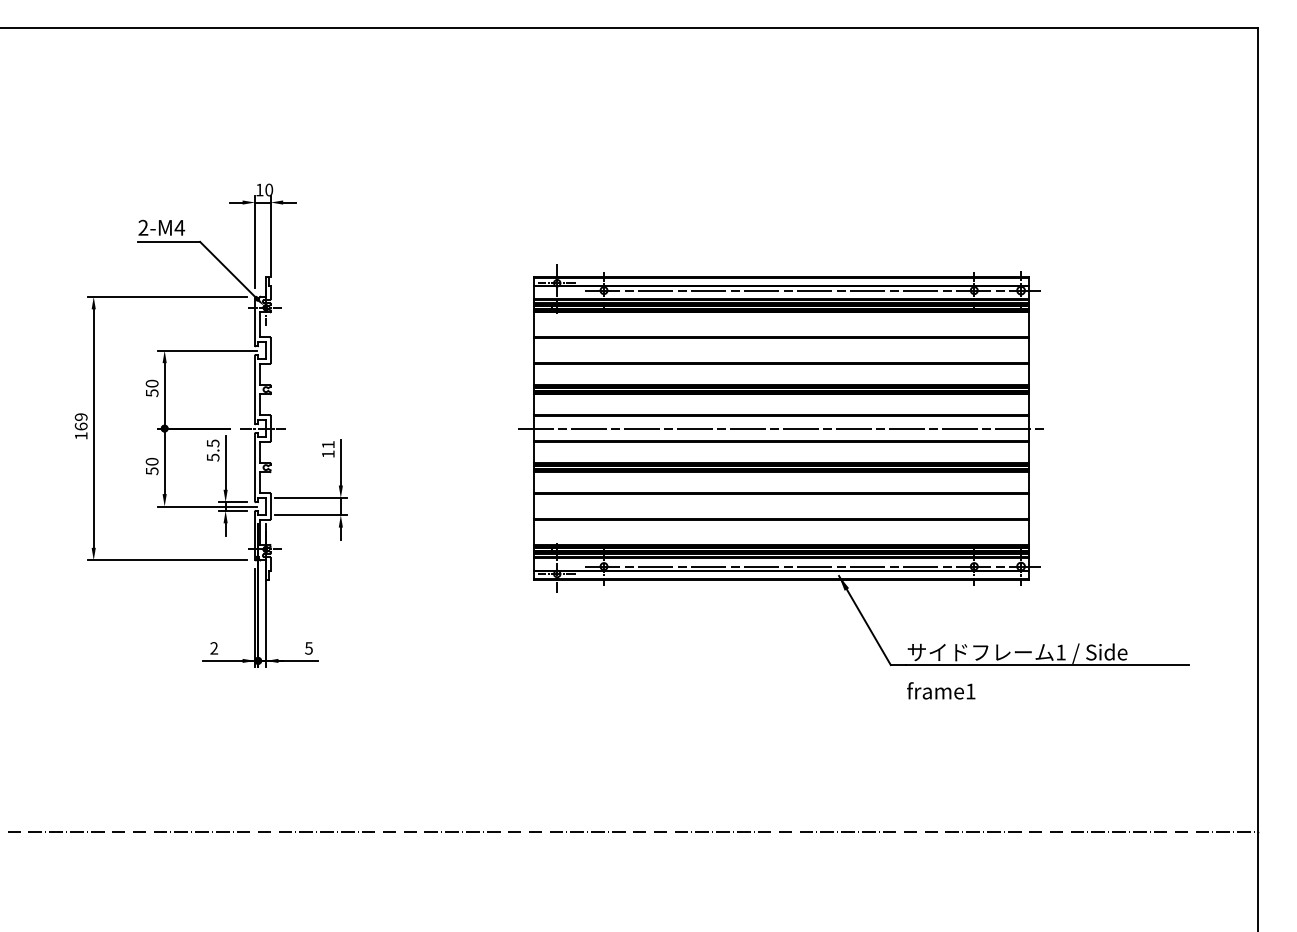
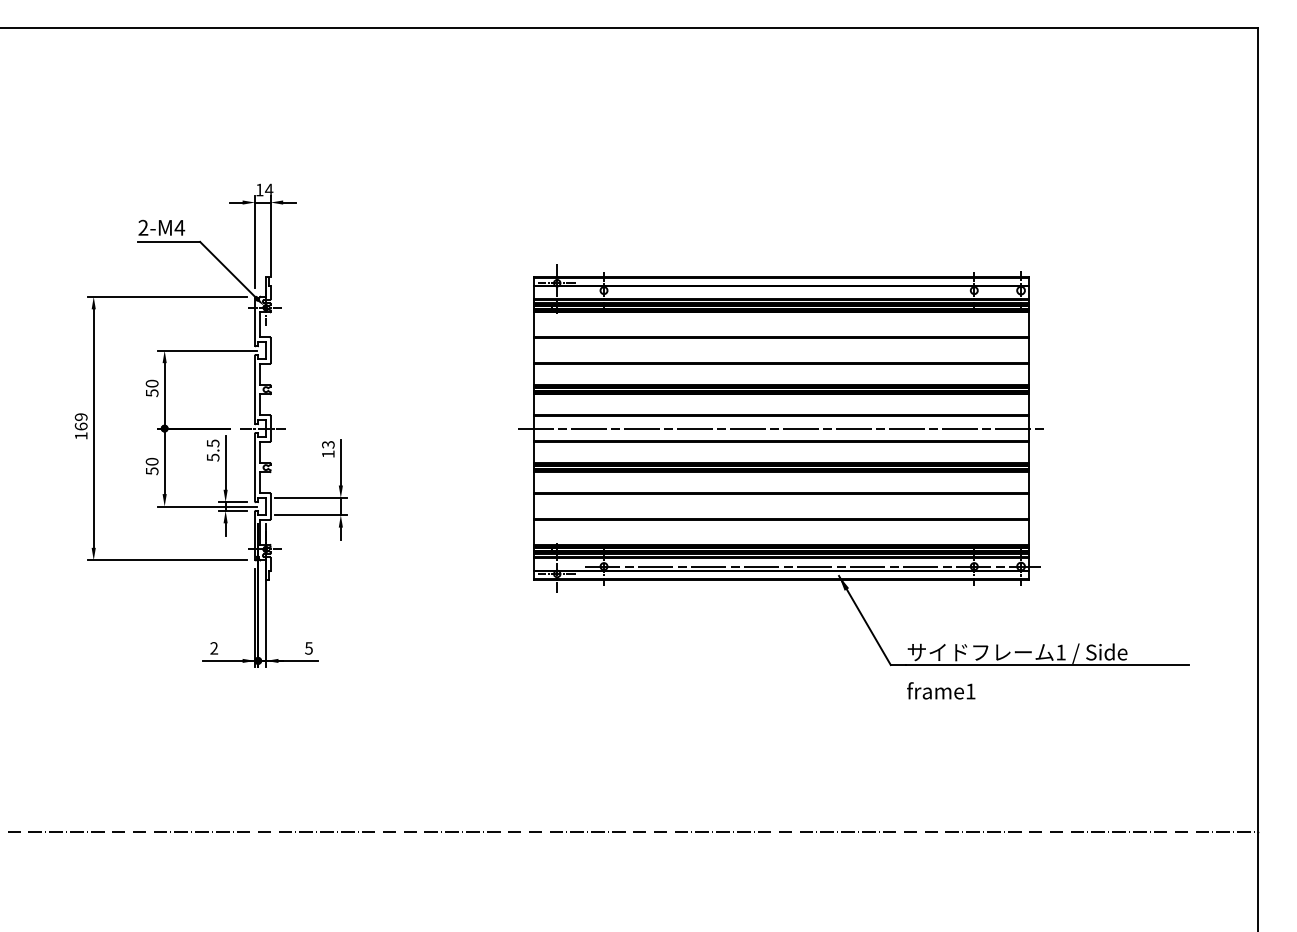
text at (269, 189): 10 -> 14
line at (812, 290): present -> none
text at (328, 444): 11 -> 13
